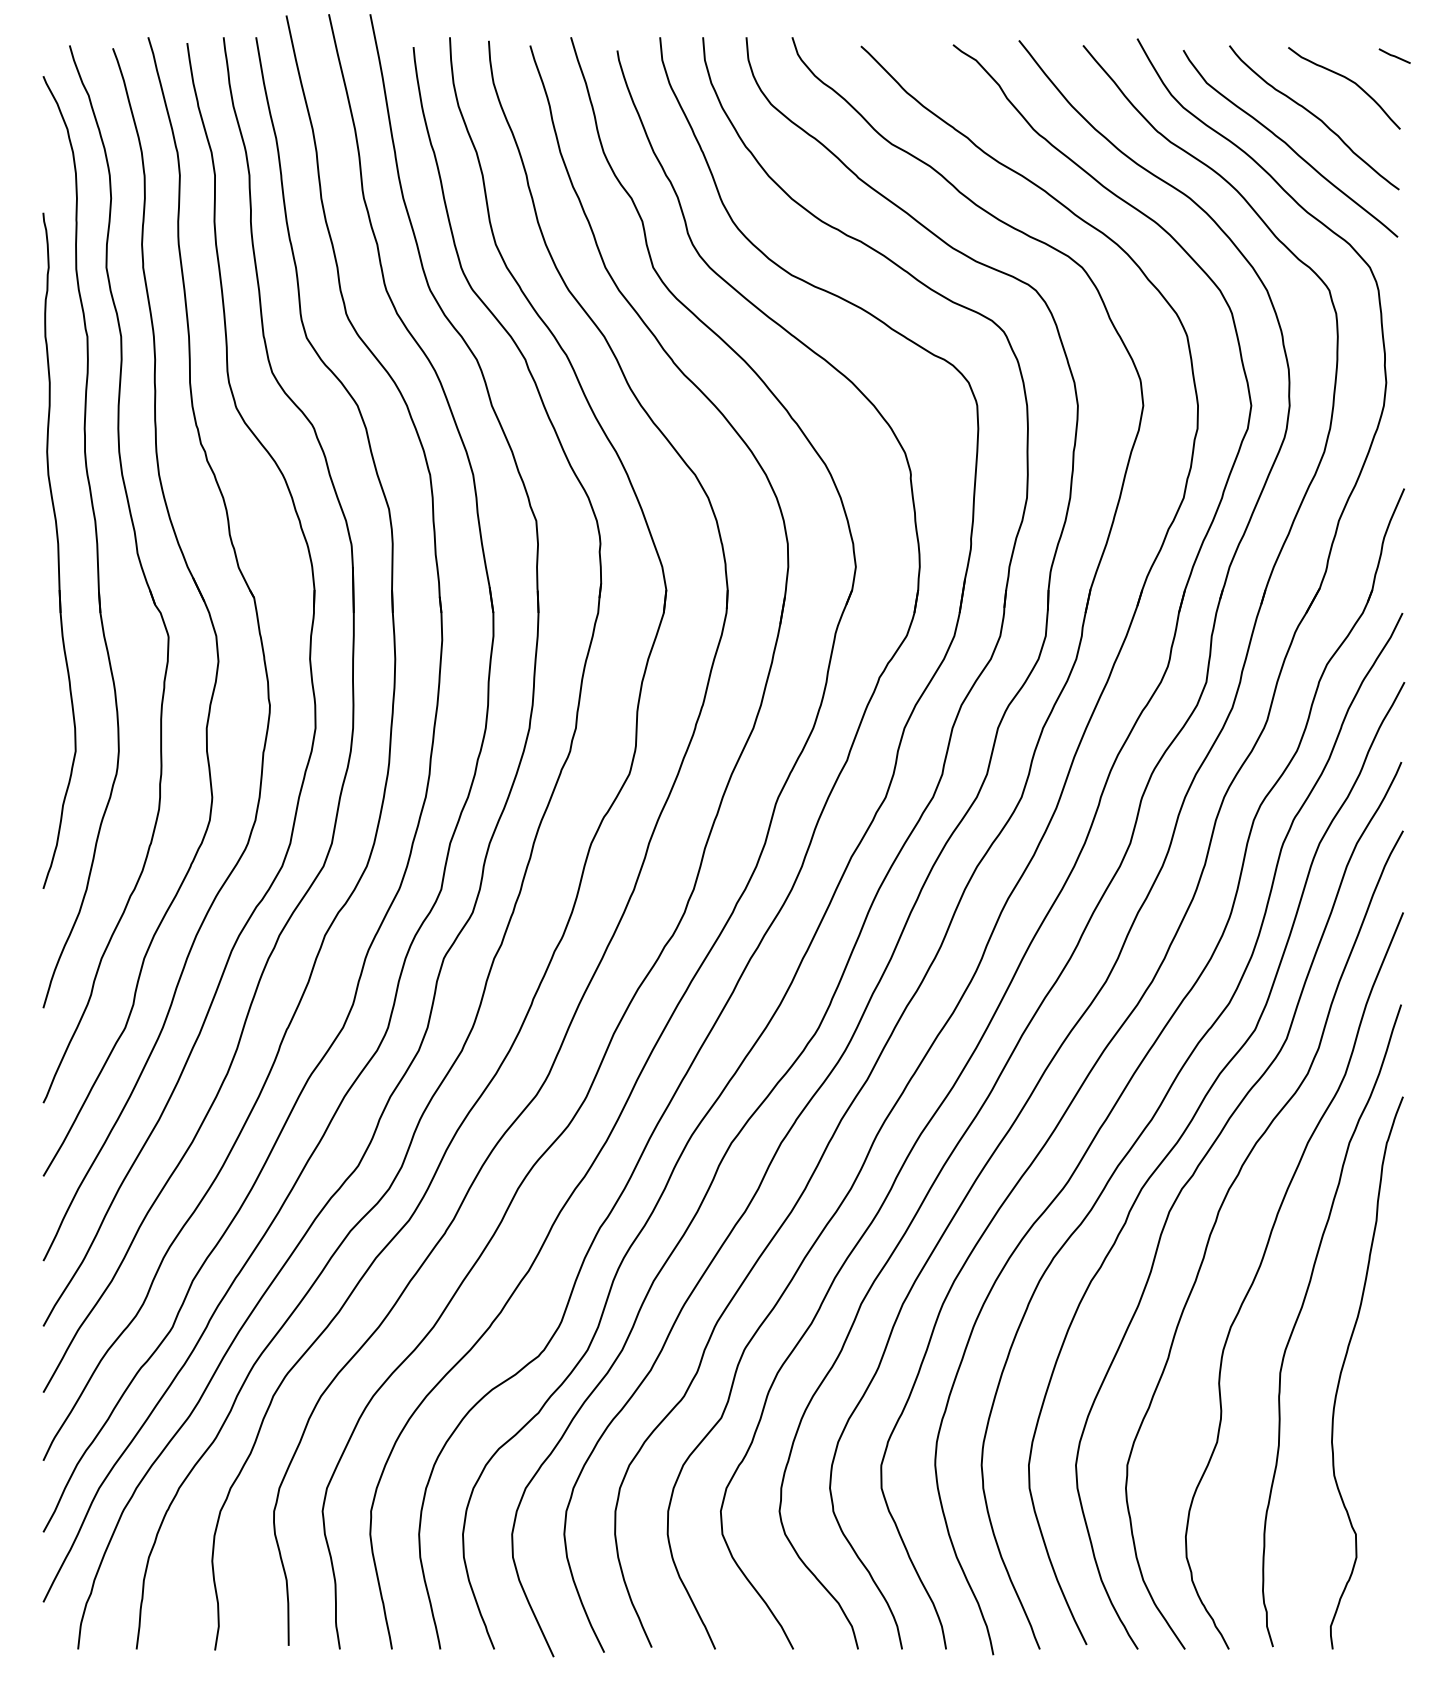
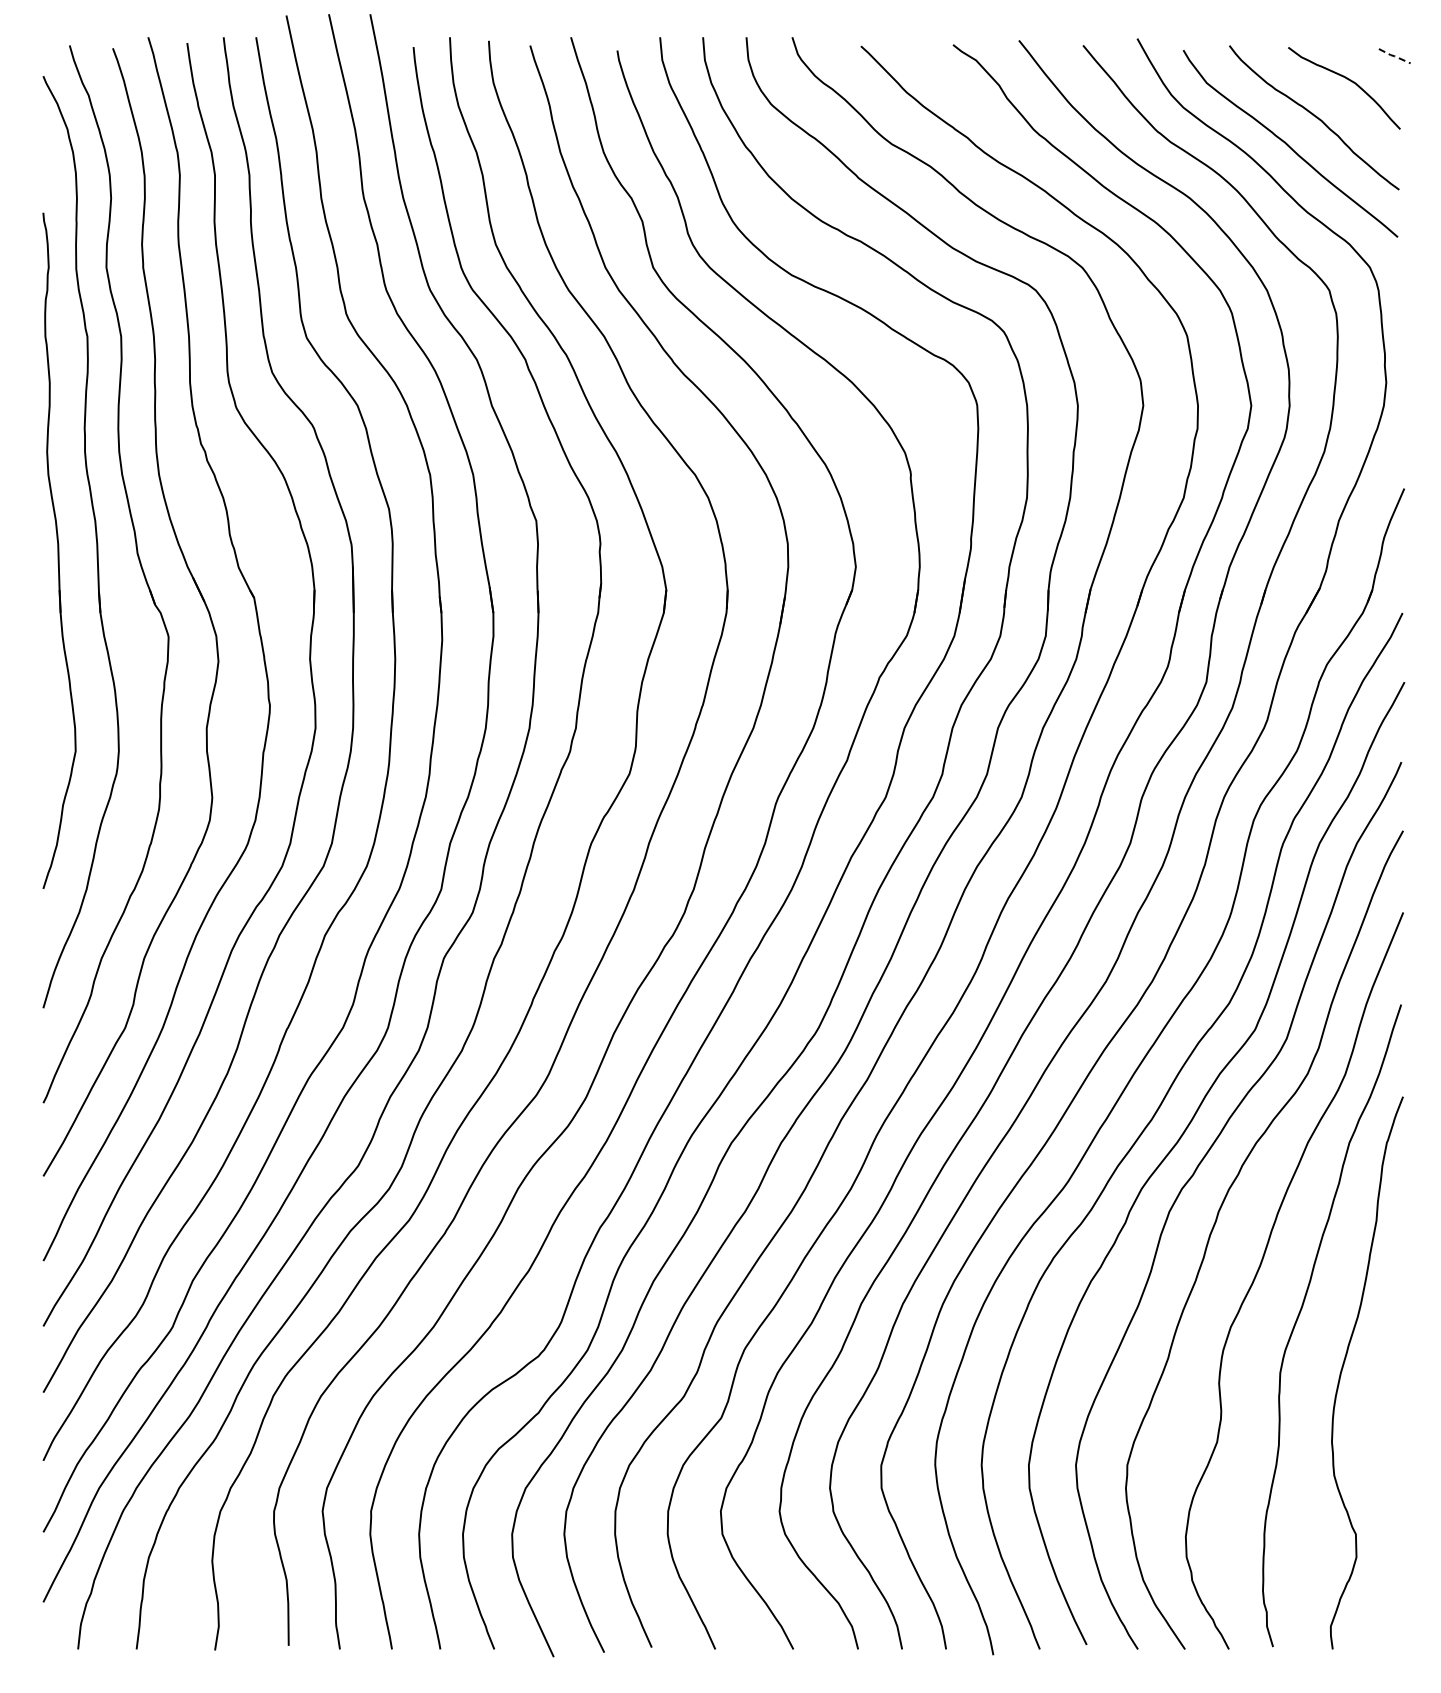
line at (1394, 56): solid -> dashed
